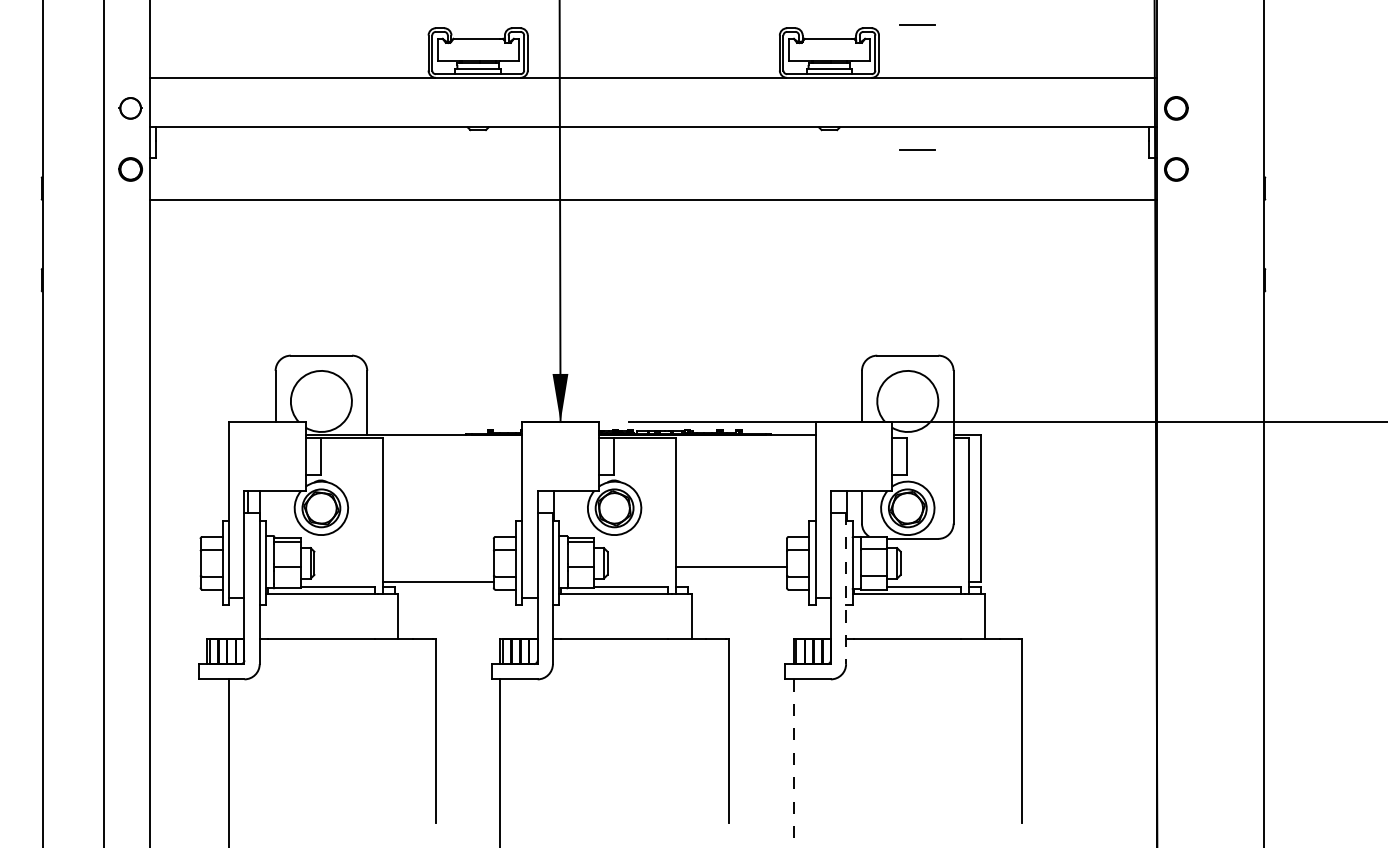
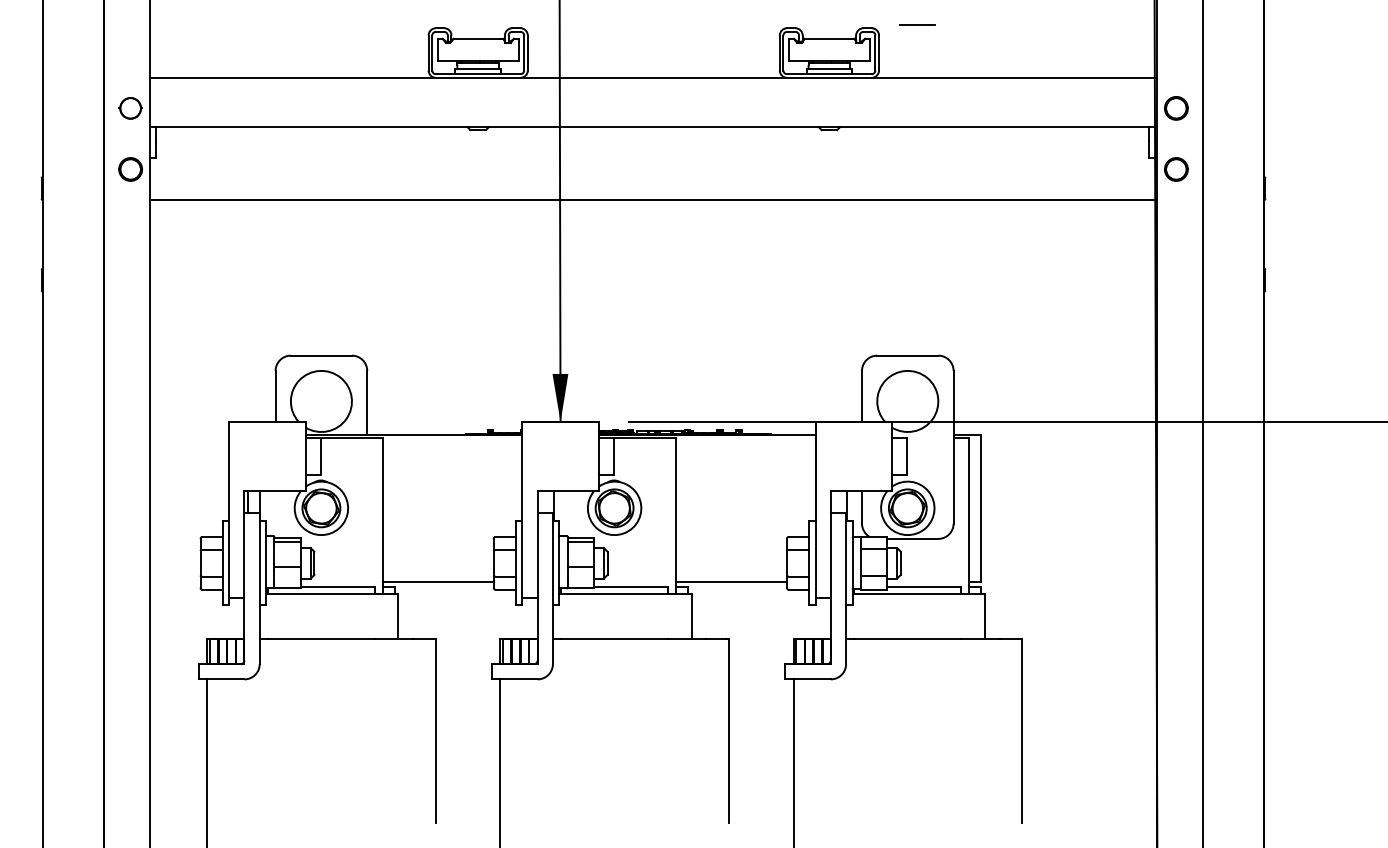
line at (917, 149): present -> none
line at (1203, 423): none -> present
line at (730, 566) position: (730, 566) -> (730, 581)
line at (846, 588): dashed -> solid
line at (229, 761) position: (229, 761) -> (207, 761)
line at (793, 763): dashed -> solid
